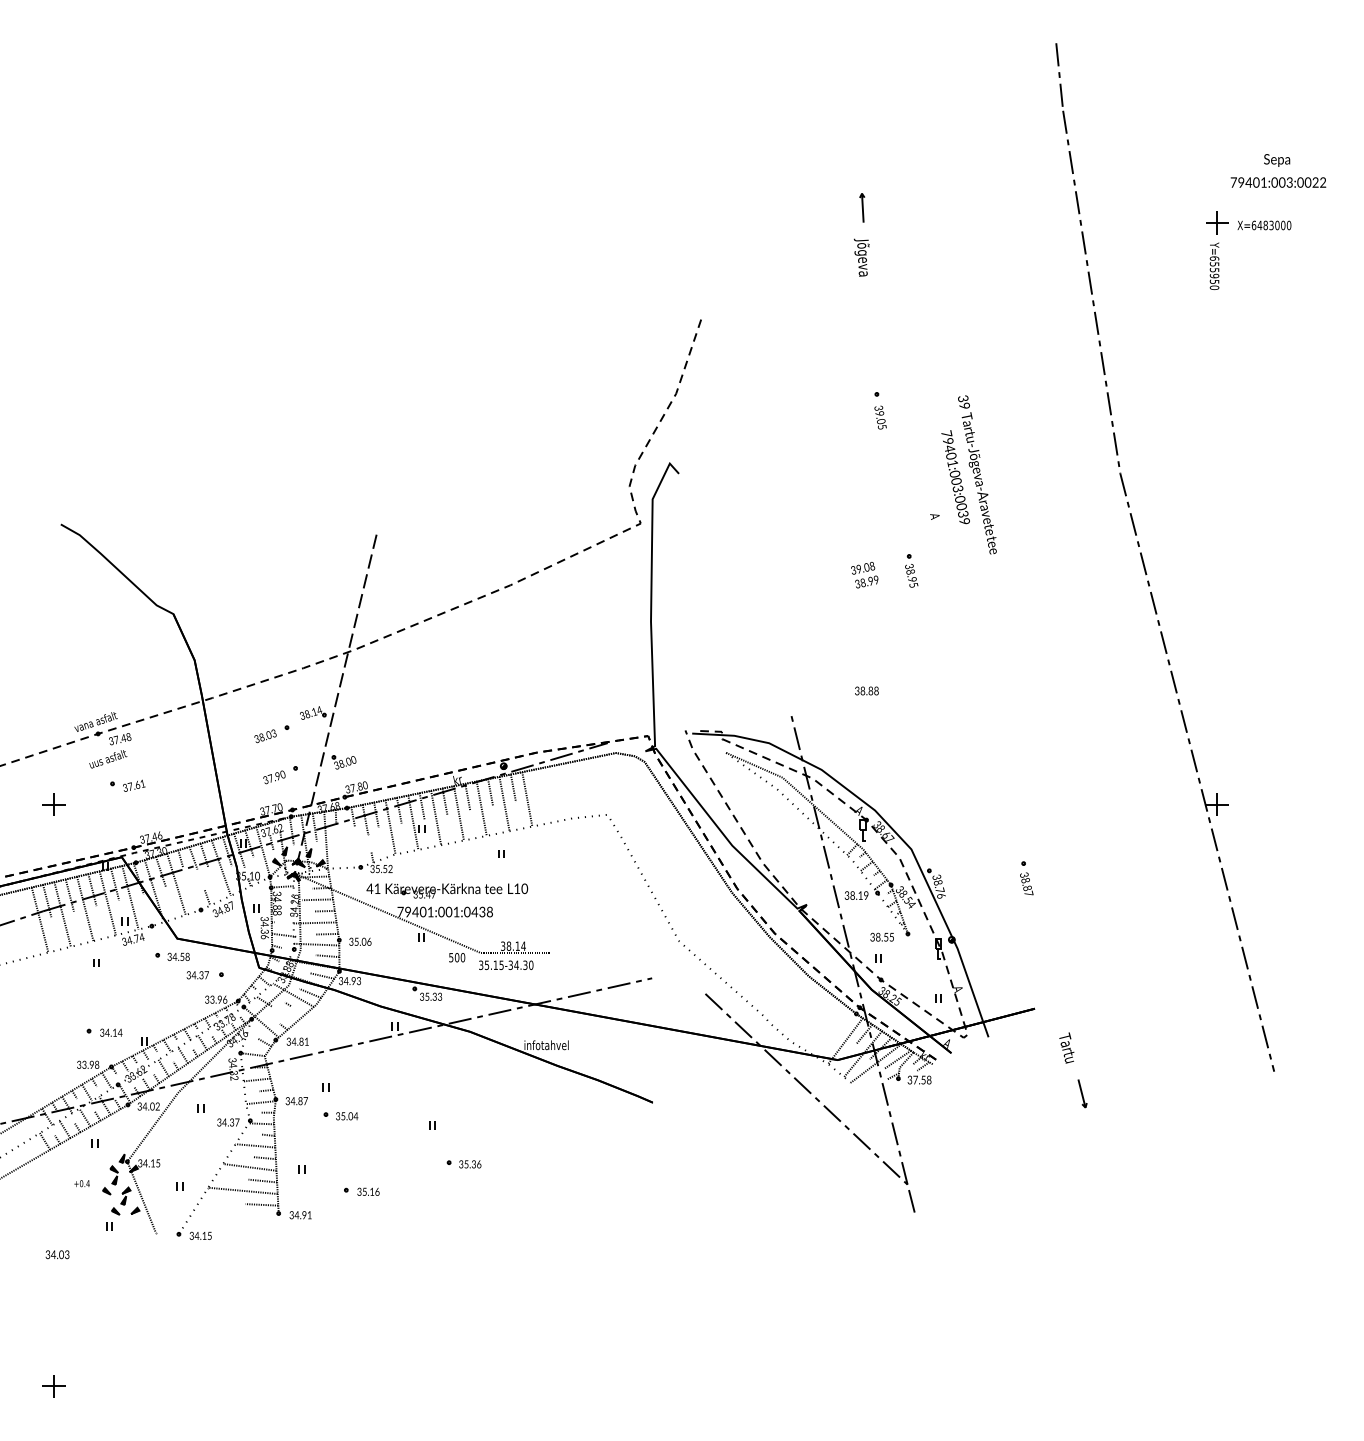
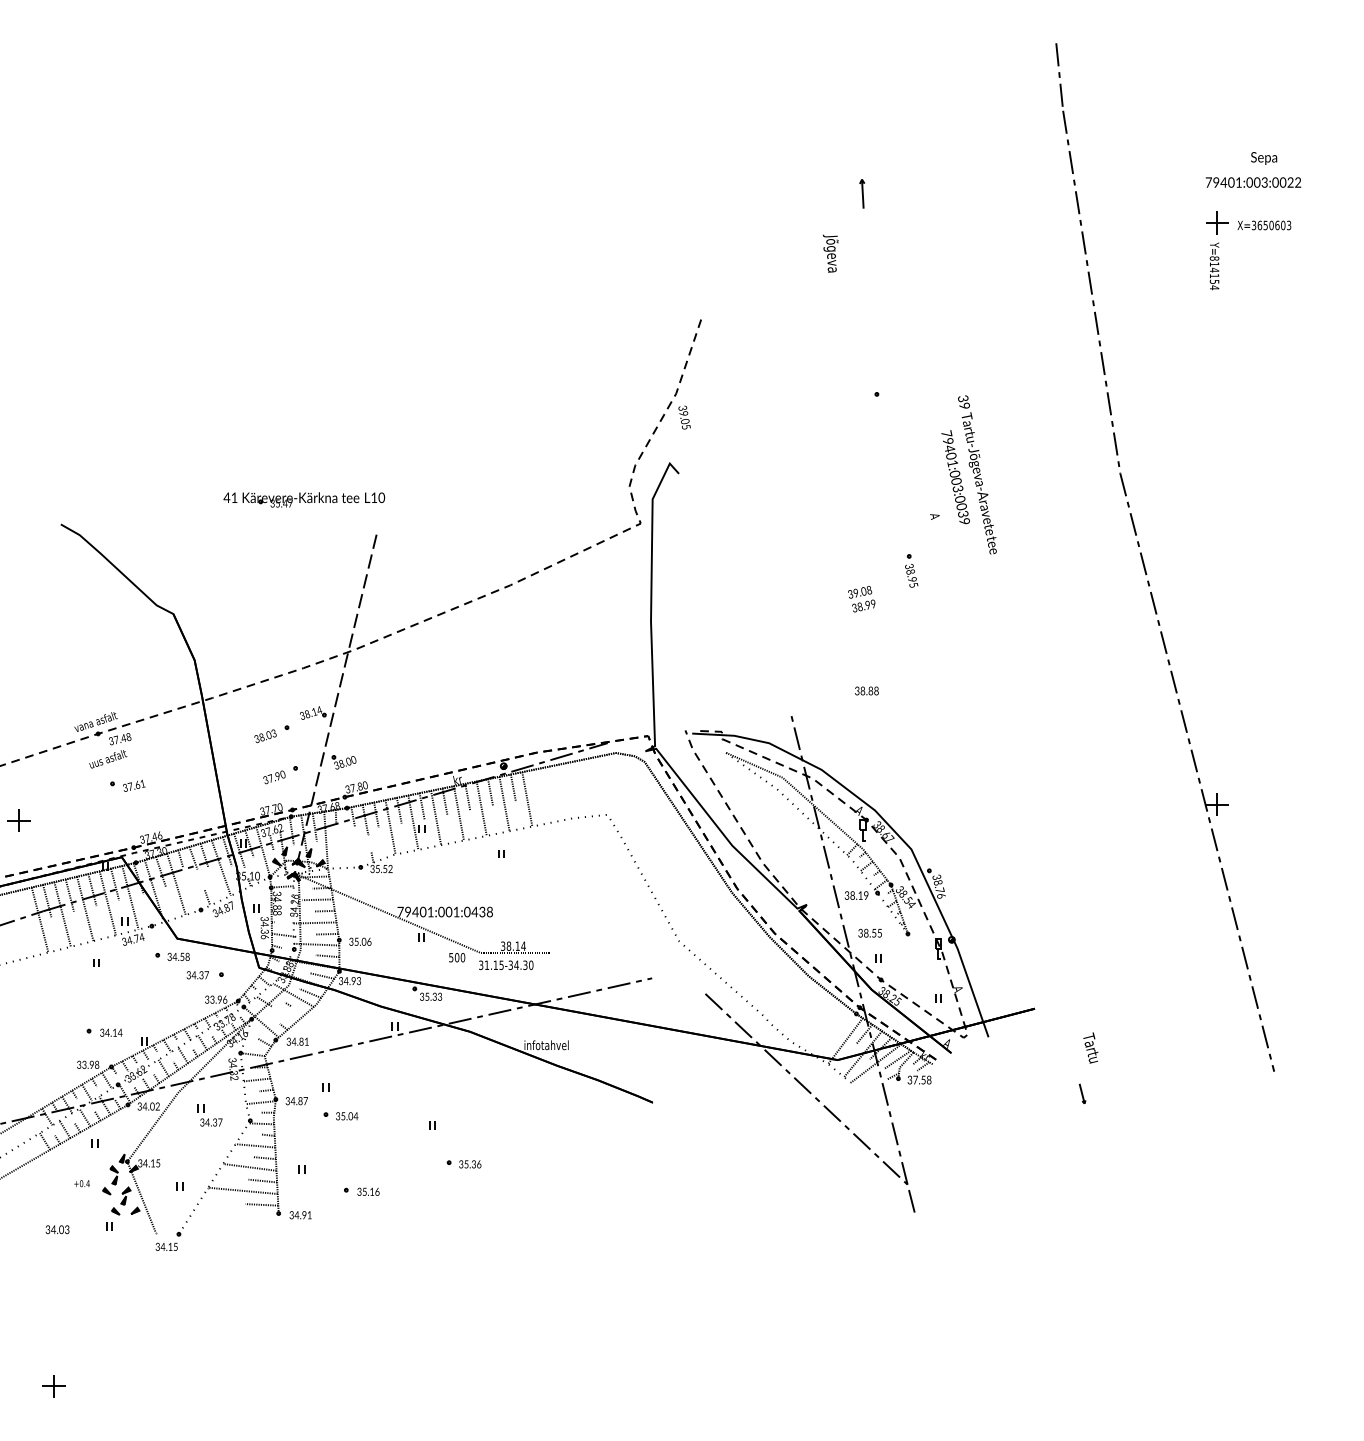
text at (1277, 160) position: (1277, 160) -> (1264, 158)
text at (1278, 182) position: (1278, 182) -> (1253, 182)
part at (862, 207) position: (862, 207) -> (862, 193)
text at (1271, 225): X=6483000 -> X=3650603
text at (861, 257) position: (861, 257) -> (830, 253)
text at (1214, 273): Y=655950 -> Y=814154
text at (880, 417) position: (880, 417) -> (684, 417)
text at (864, 575) position: (864, 575) -> (861, 599)
part at (53, 804) position: (53, 804) -> (18, 820)
part at (1026, 878): present -> none
part at (447, 890) position: (447, 890) -> (304, 499)
text at (881, 936) position: (881, 936) -> (869, 932)
text at (486, 965): 35.15-34.30 -> 31.15-34.30
text at (1066, 1047) position: (1066, 1047) -> (1090, 1047)
part at (1082, 1093) size: 11x30 px -> 9x21 px
text at (228, 1122) position: (228, 1122) -> (211, 1122)
text at (200, 1235) position: (200, 1235) -> (166, 1246)
text at (57, 1254) position: (57, 1254) -> (57, 1229)
